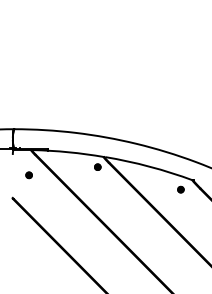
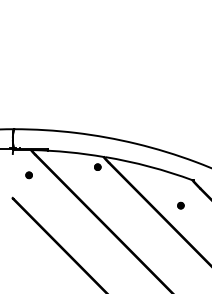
part at (180, 189) position: (180, 189) -> (180, 205)
